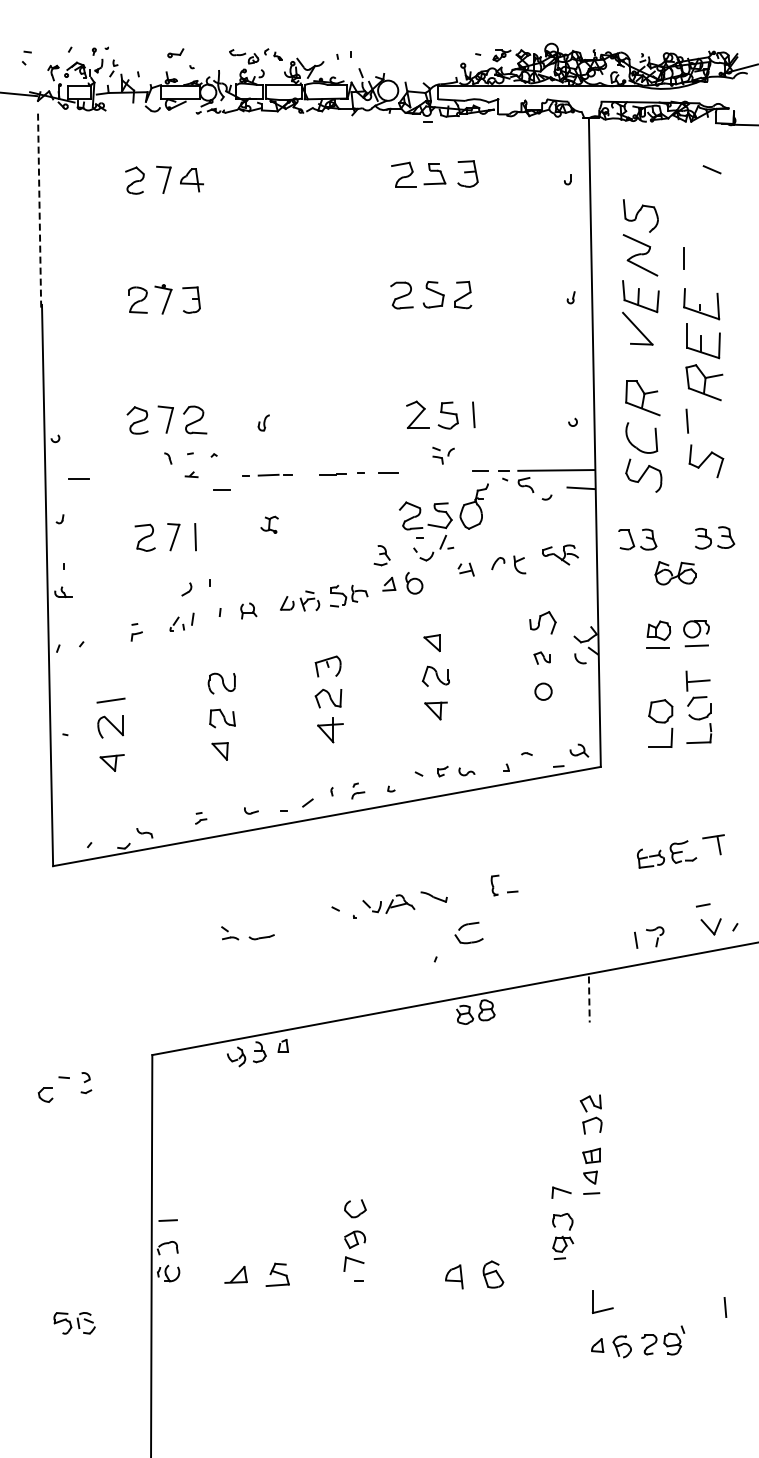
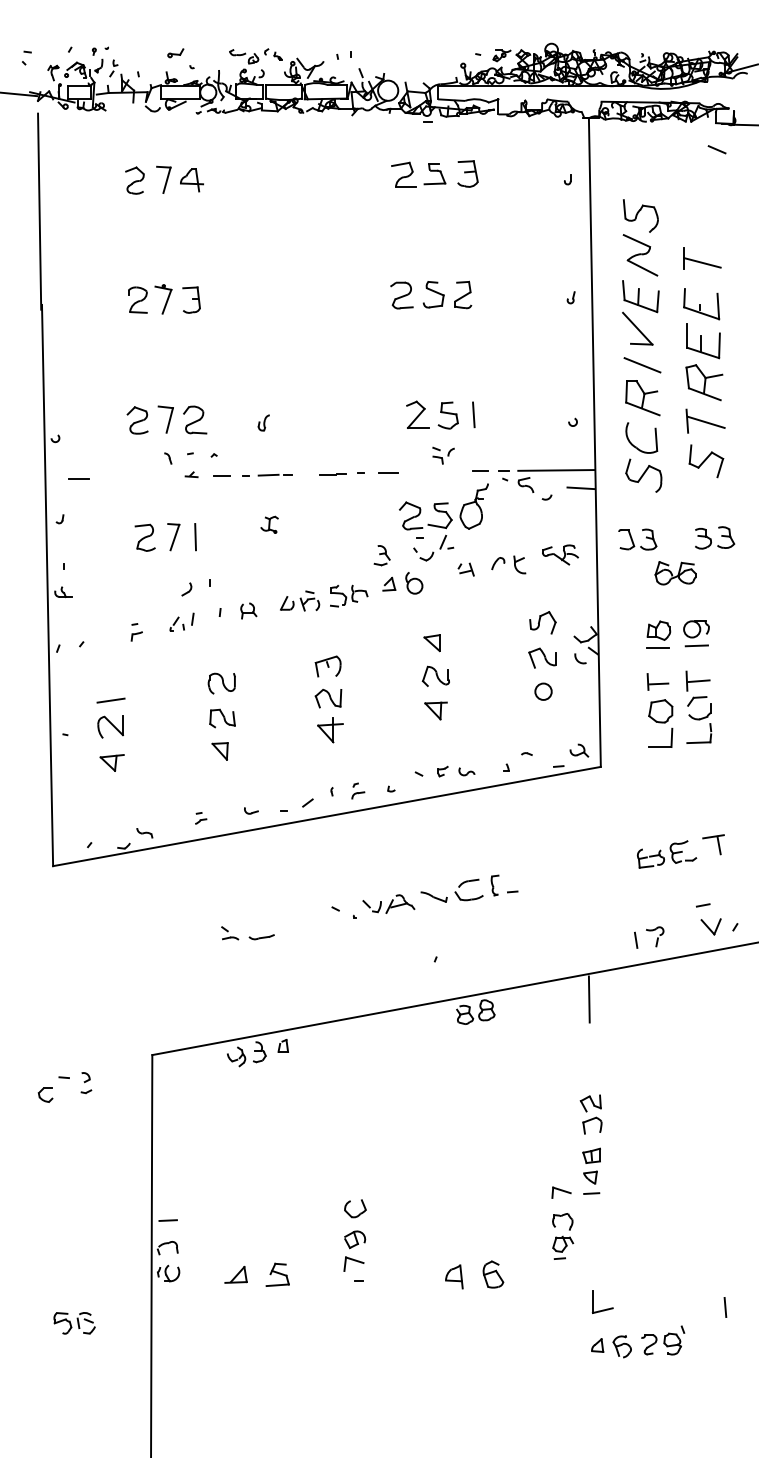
line at (711, 169) position: (711, 169) -> (716, 149)
line at (39, 212): dashed -> solid
line at (702, 262): none -> present
line at (642, 365): none -> present
line at (706, 421): none -> present
line at (221, 489) position: (221, 489) -> (221, 475)
part at (541, 657) size: 18x14 px -> 29x22 px
part at (657, 681): none -> present
part at (468, 925) position: (468, 925) -> (468, 882)
line at (589, 999): dashed -> solid
